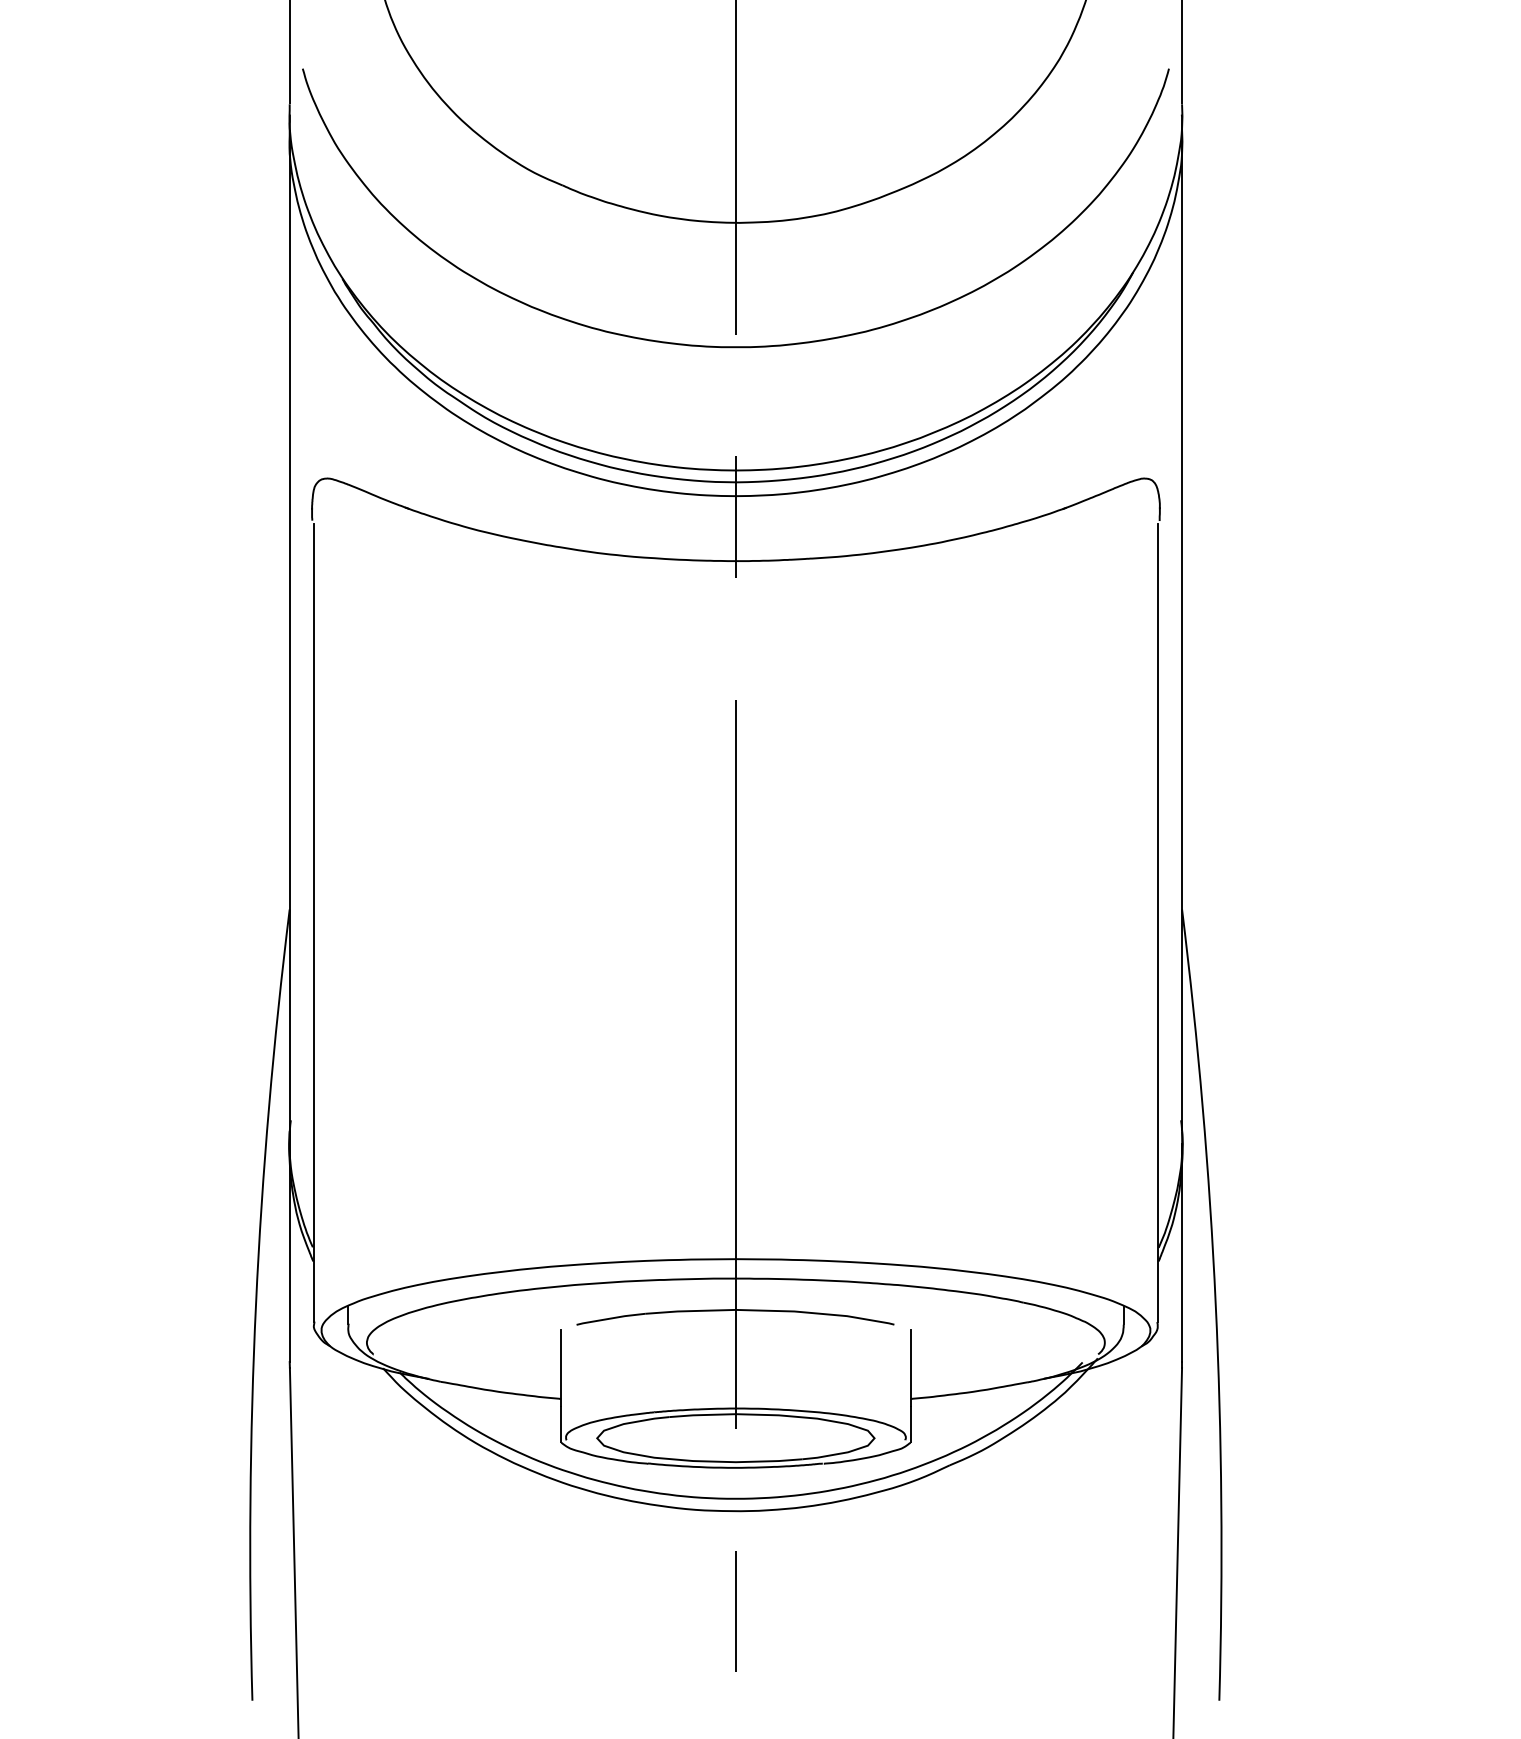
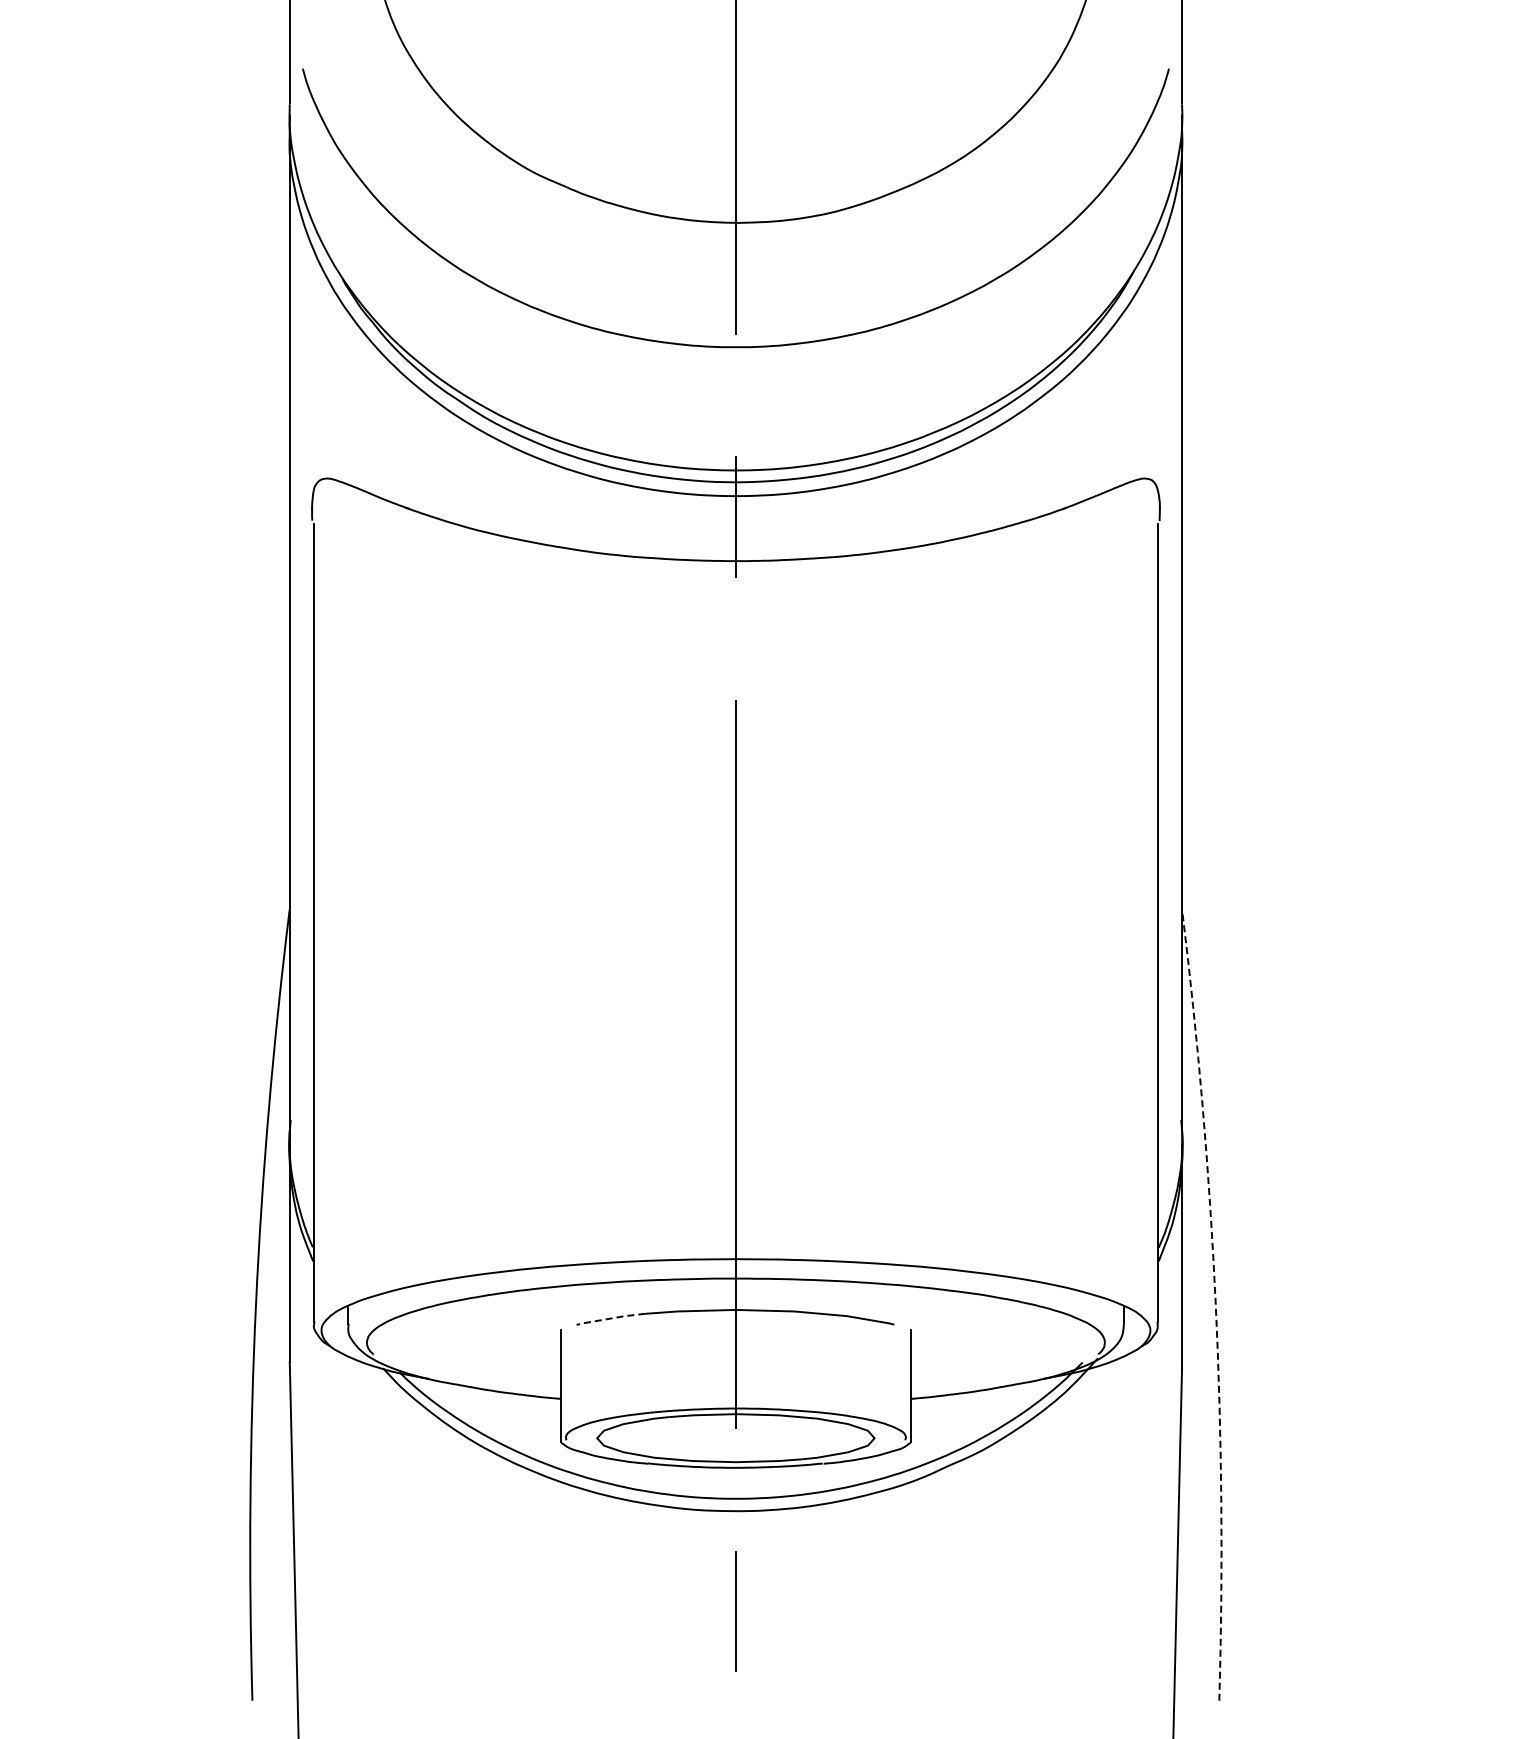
arc at (1215, 1304): solid -> dashed
line at (610, 1318): solid -> dashed
